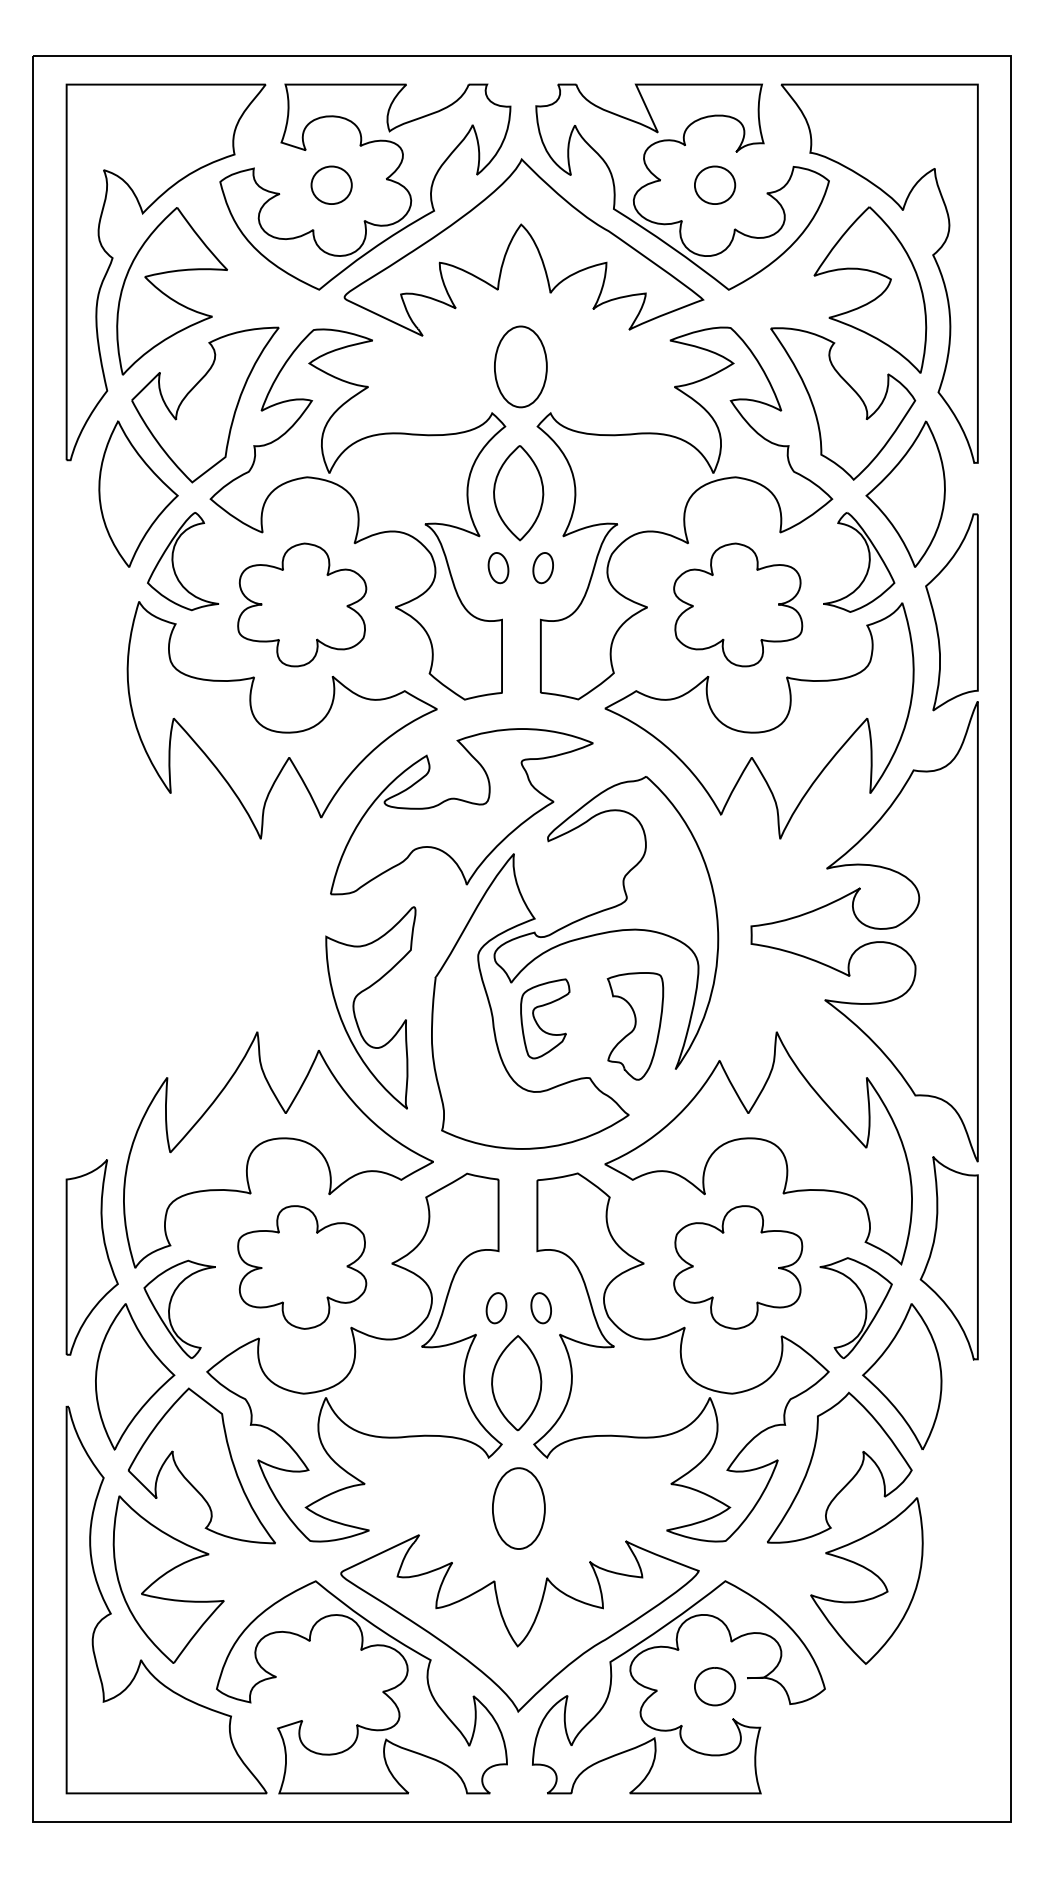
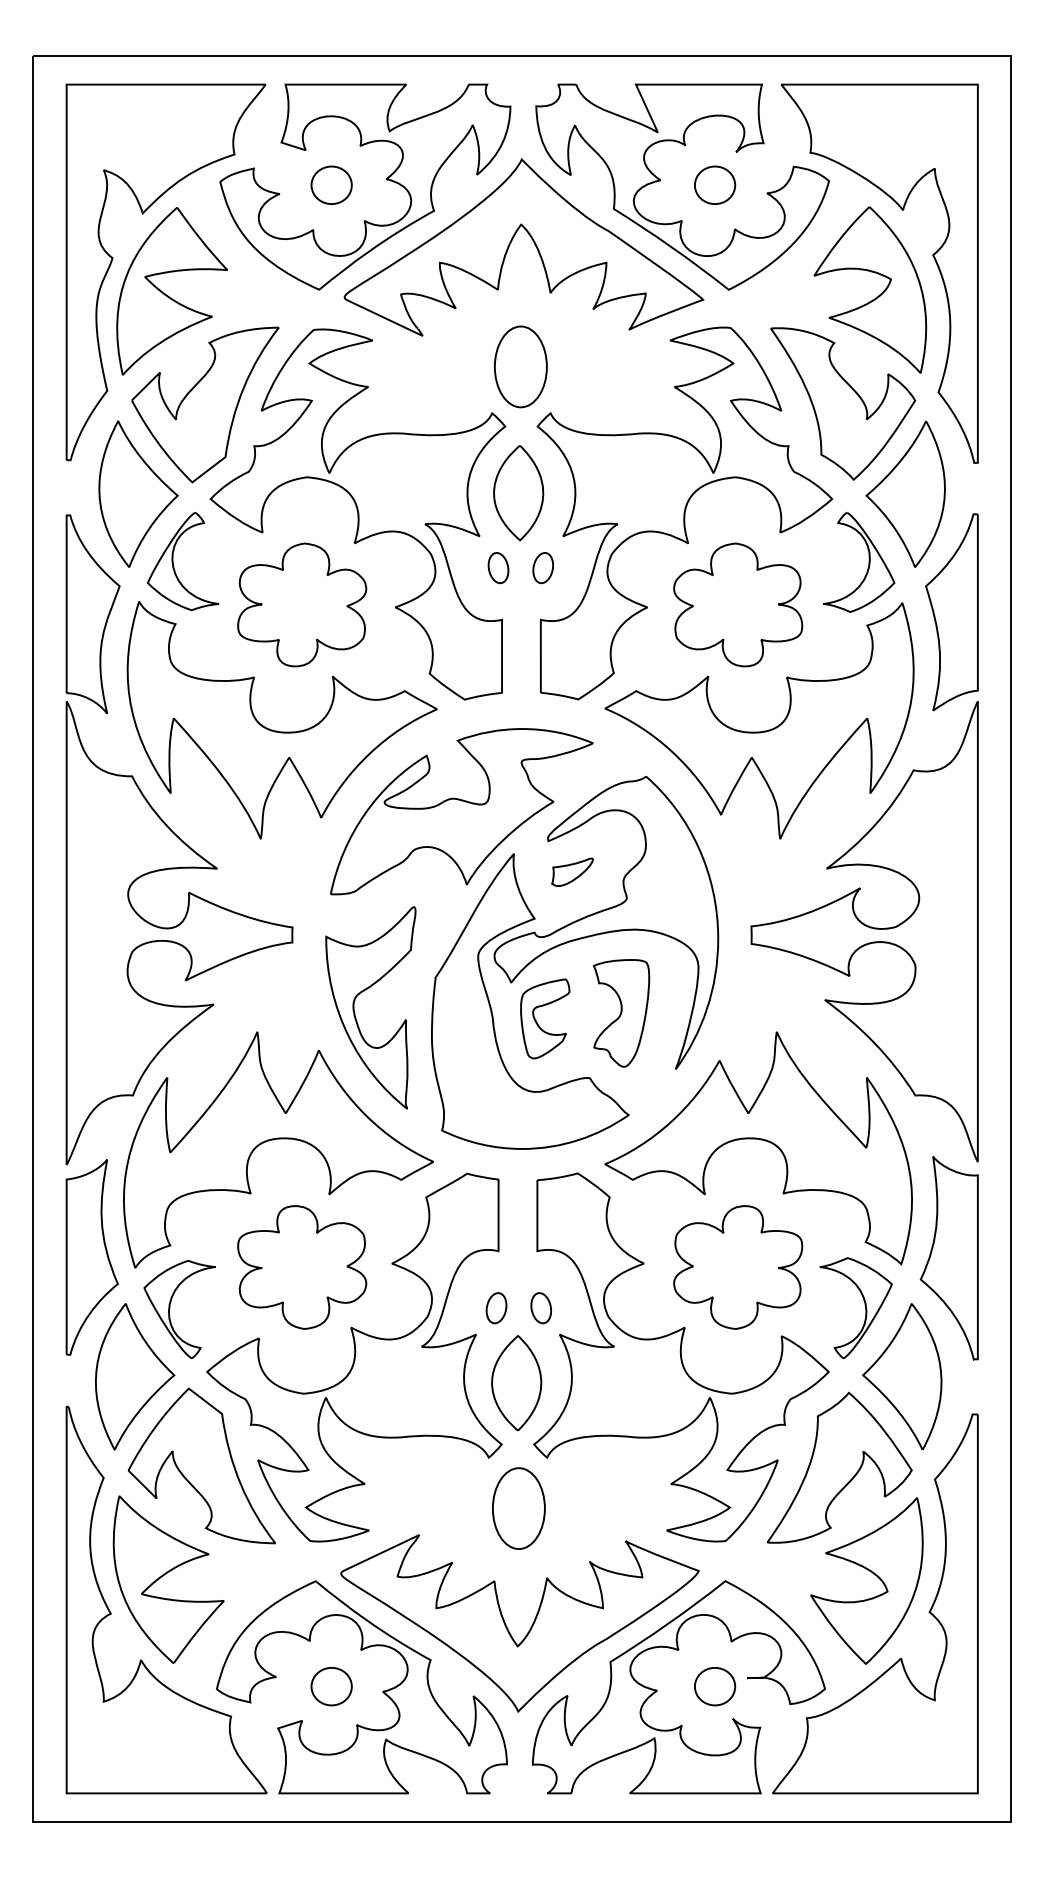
part at (179, 839): none -> present
part at (572, 871): none -> present
part at (635, 1026) position: (635, 1026) -> (621, 1013)
part at (928, 1612): none -> present
part at (331, 1686): none -> present
